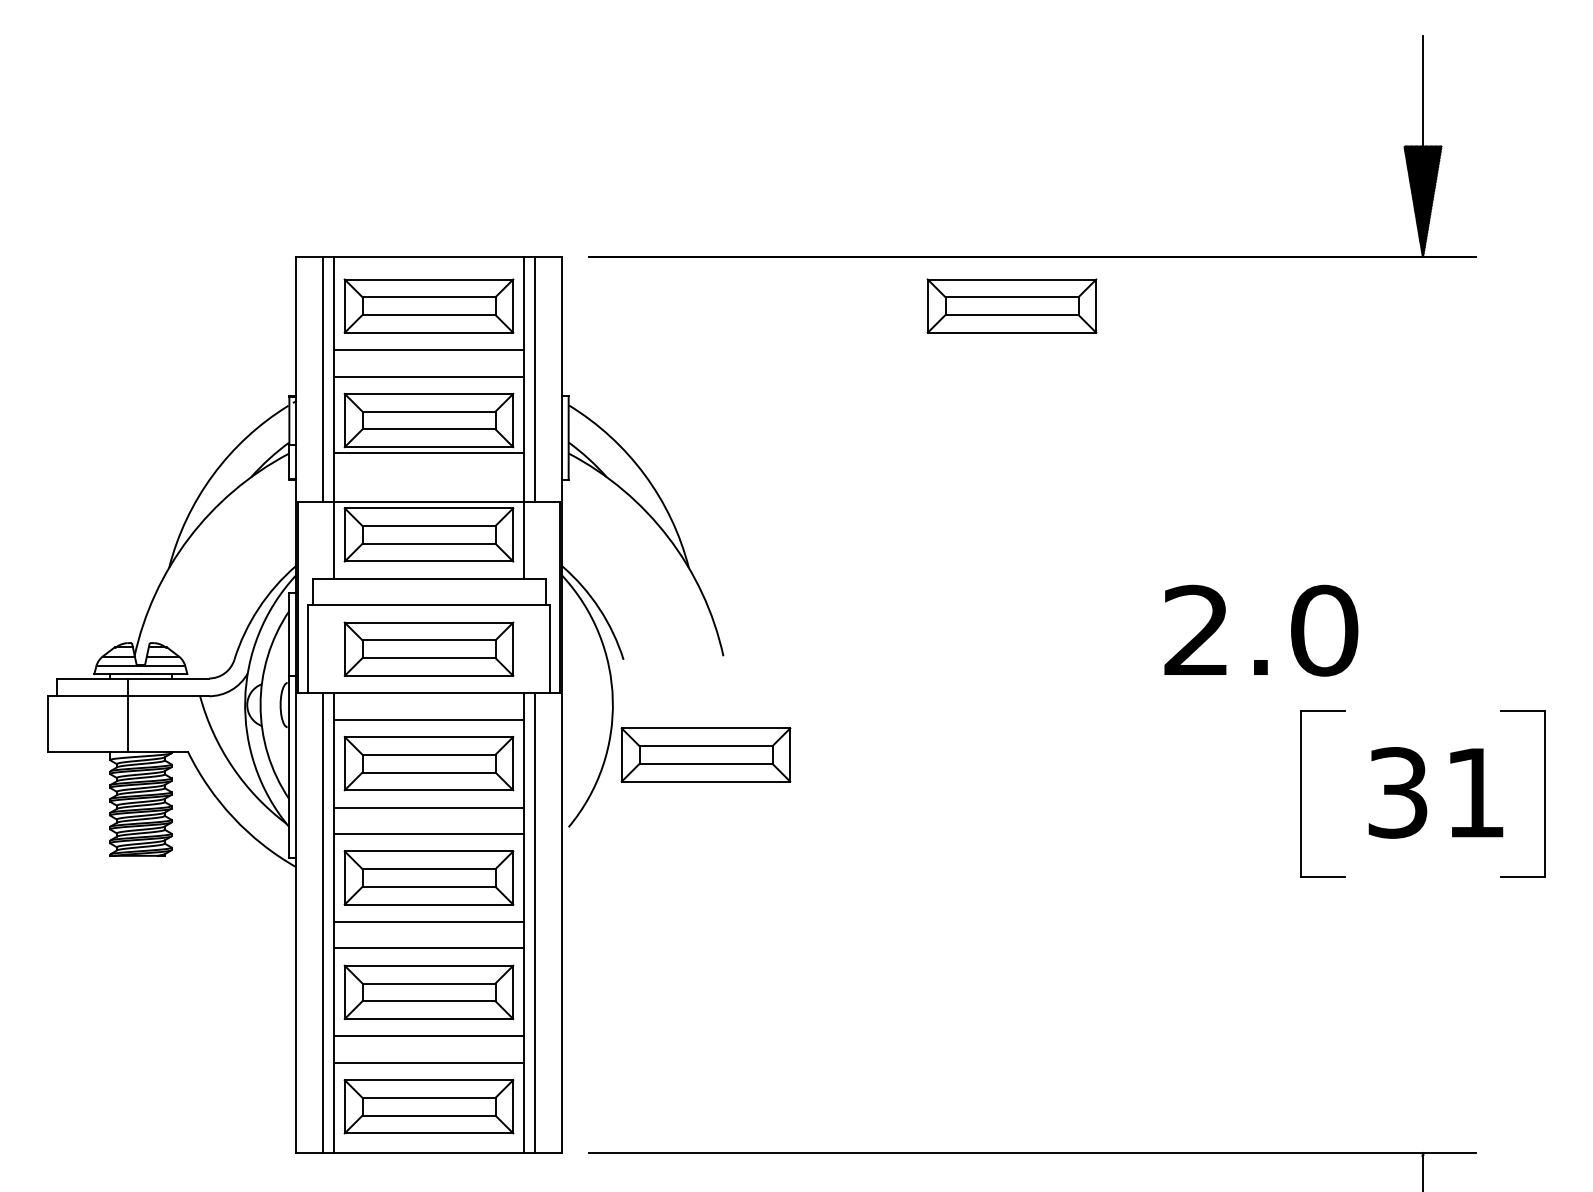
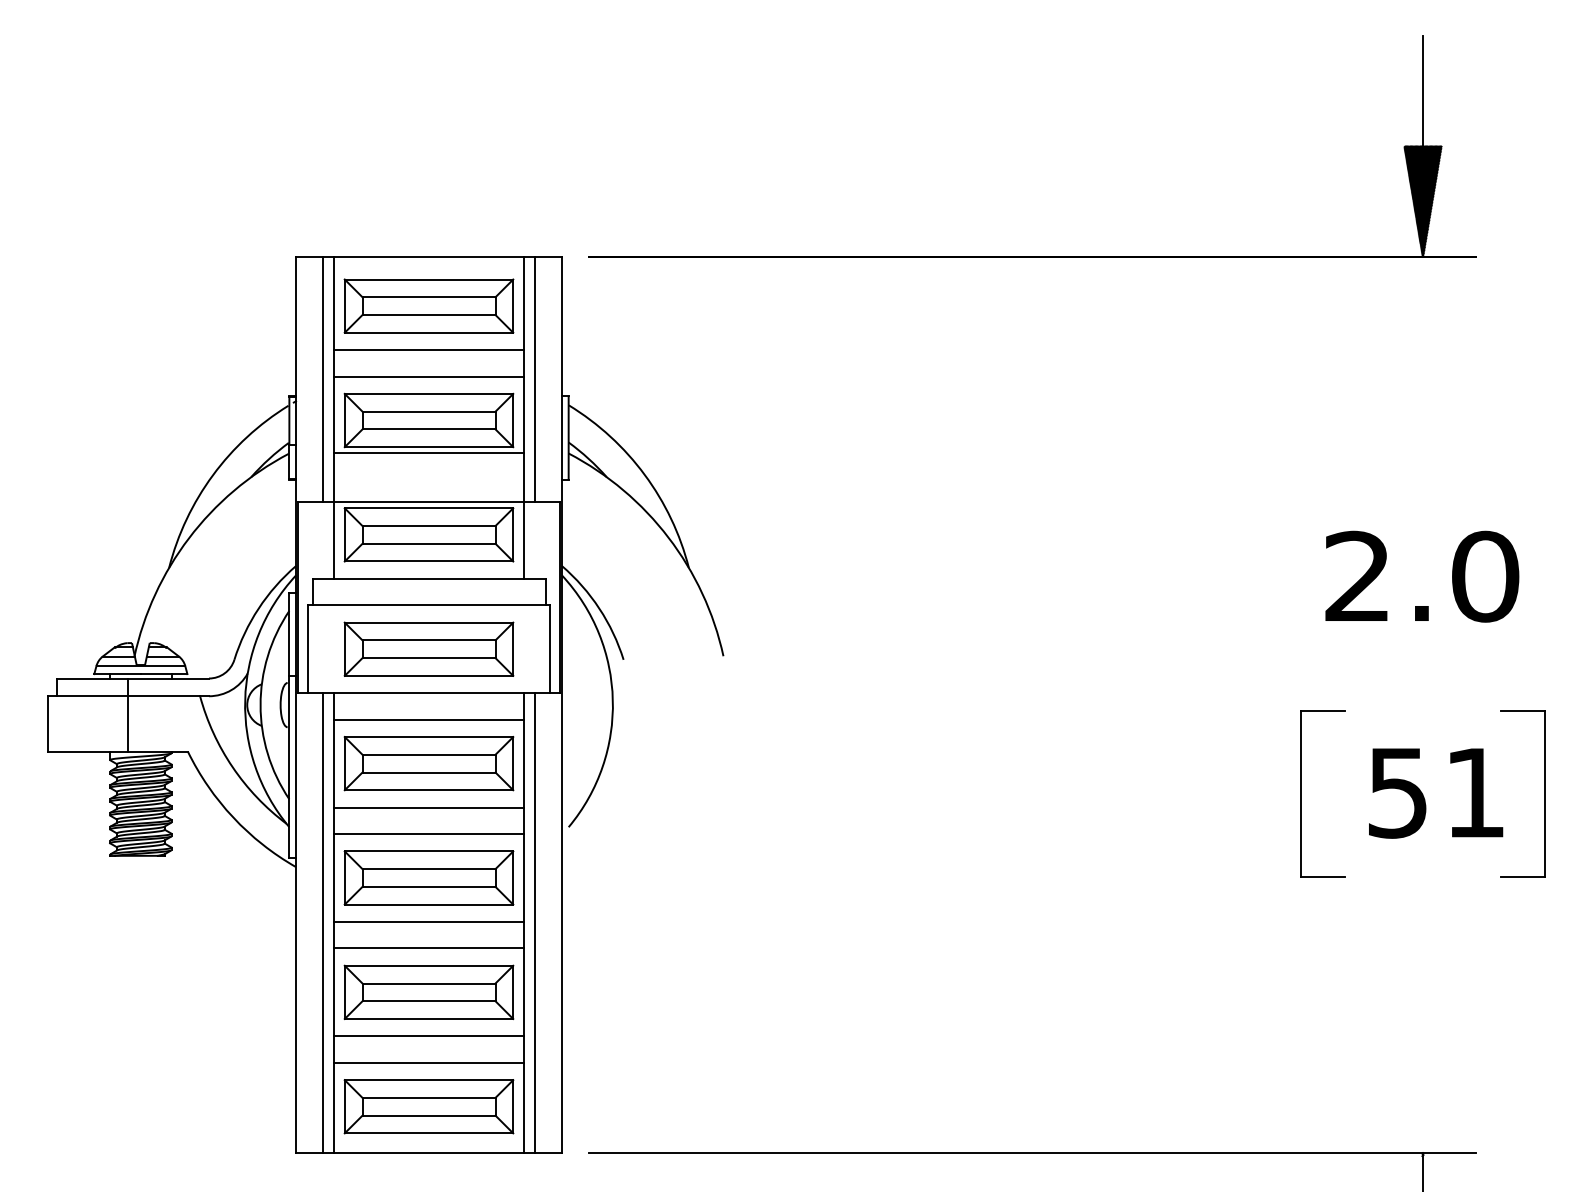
part at (1011, 305): present -> none
text at (1261, 630) position: (1261, 630) -> (1422, 576)
part at (705, 754): present -> none
text at (1397, 792): 31 -> 51
